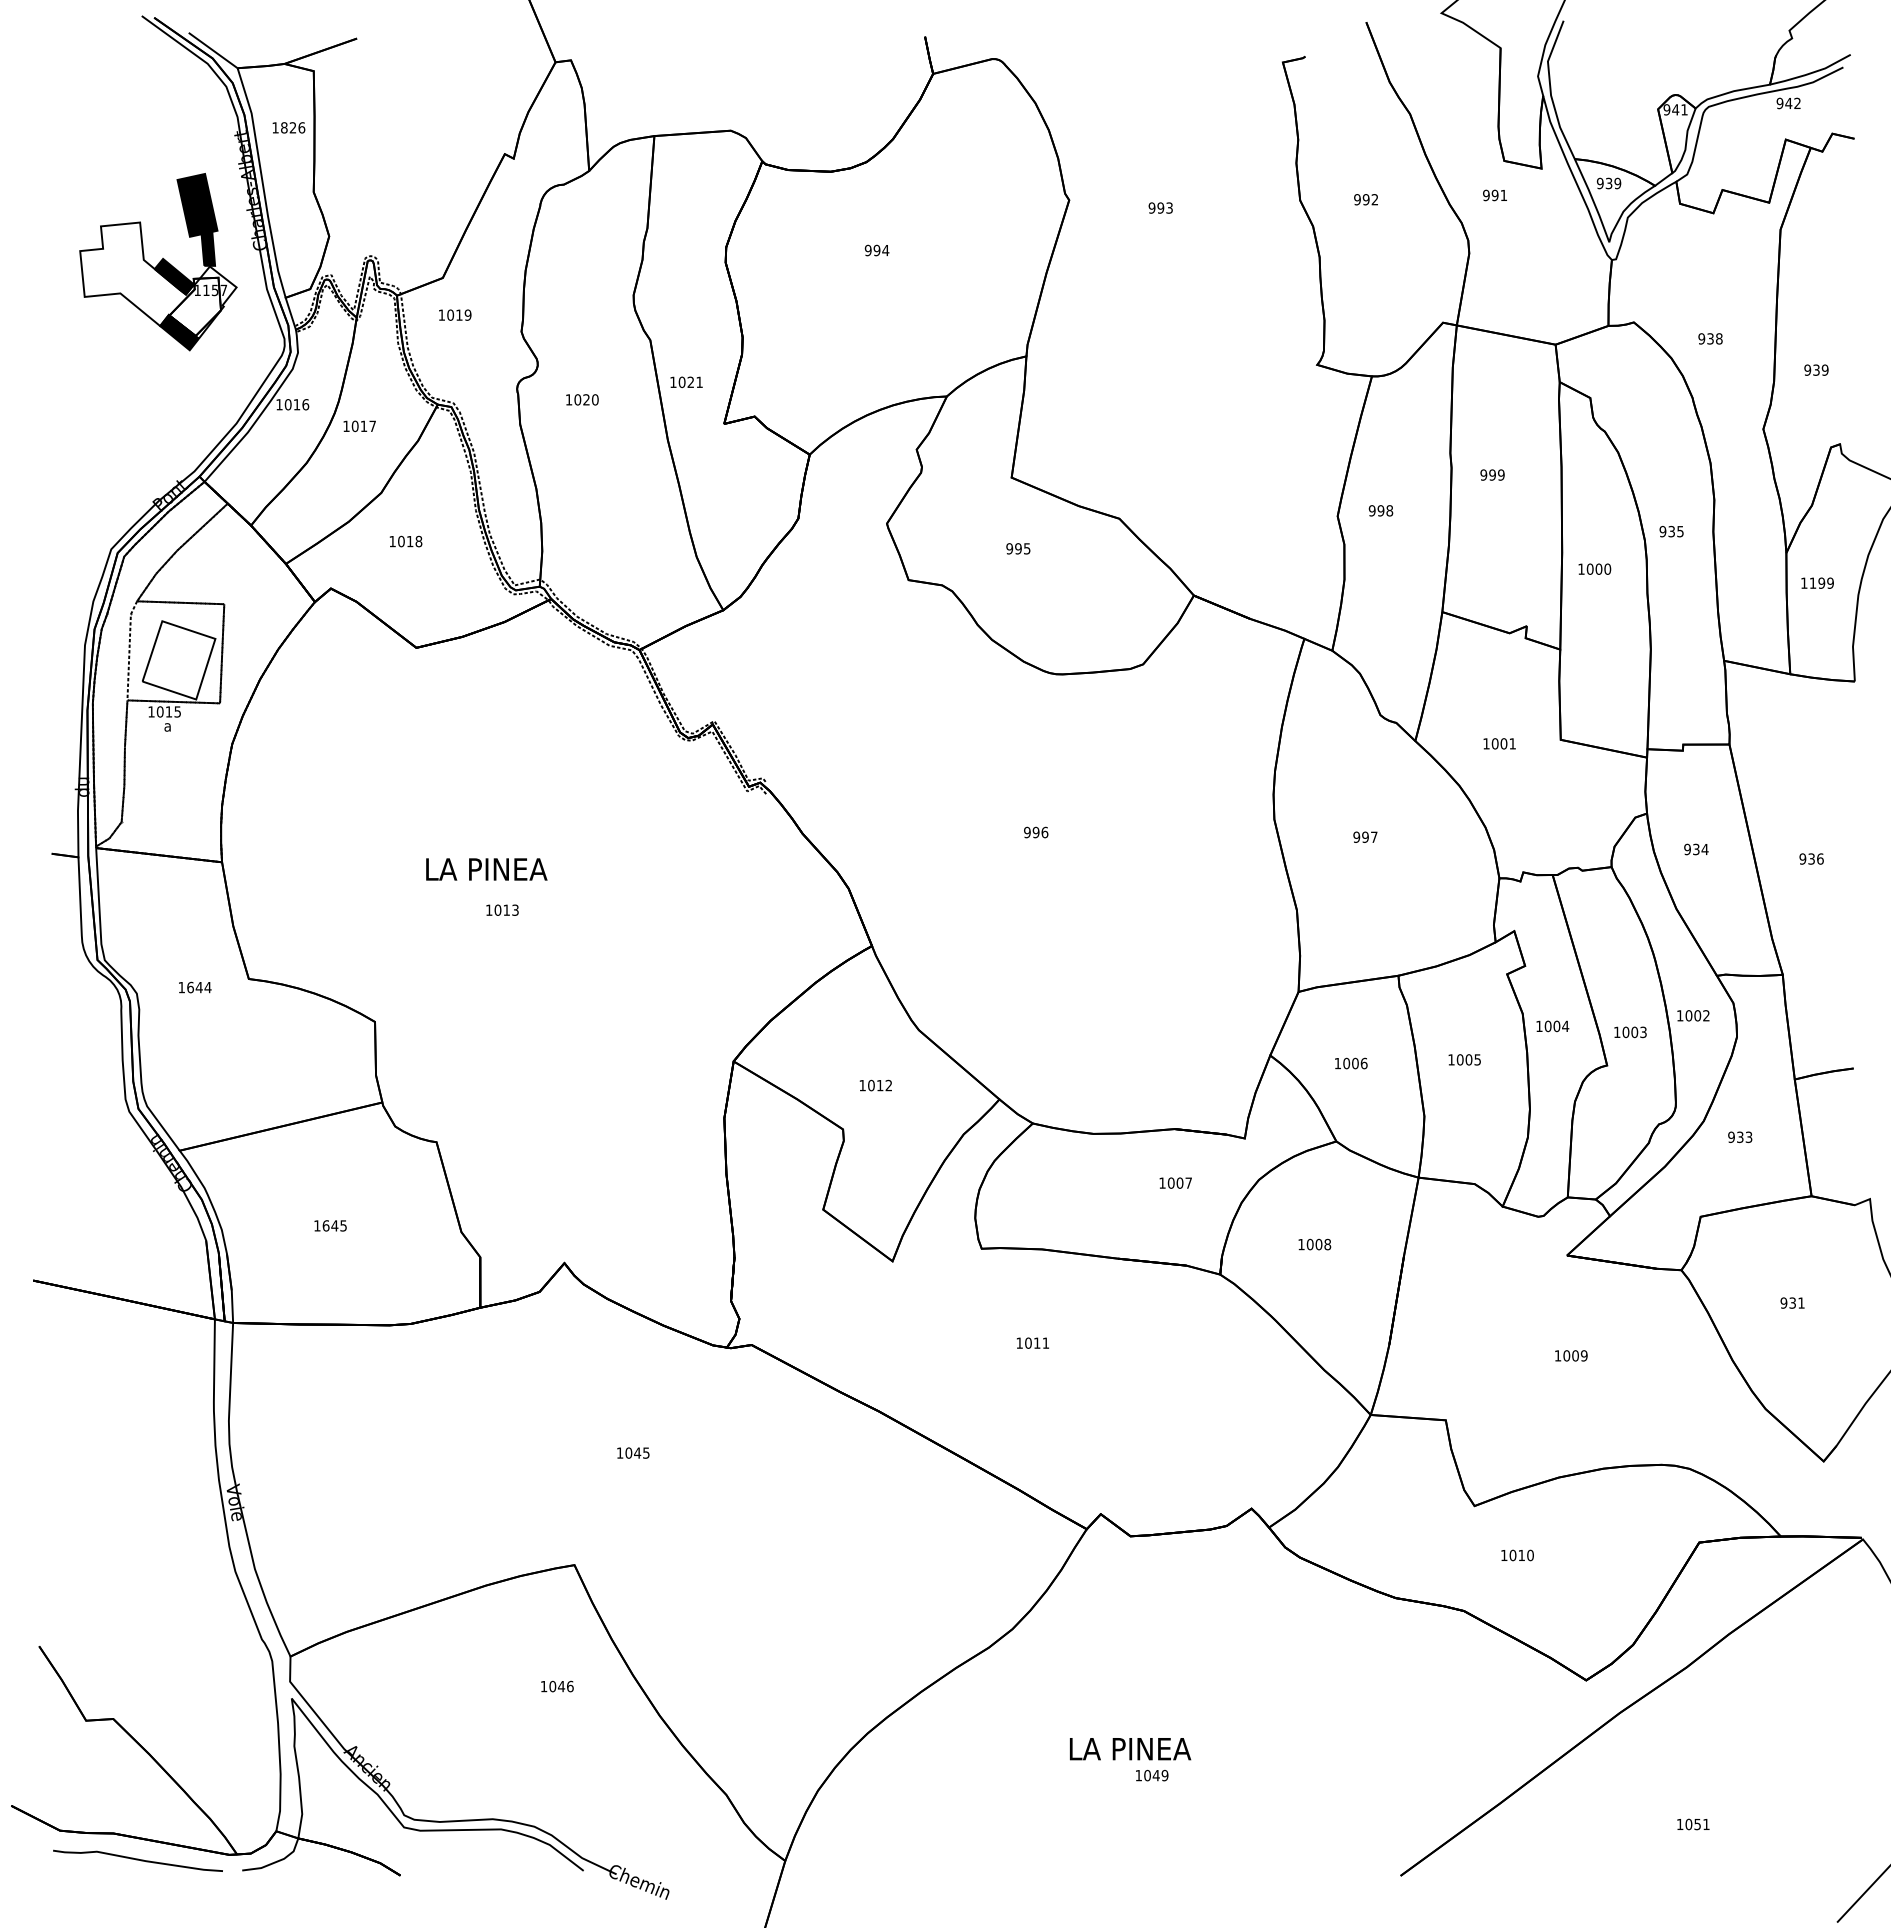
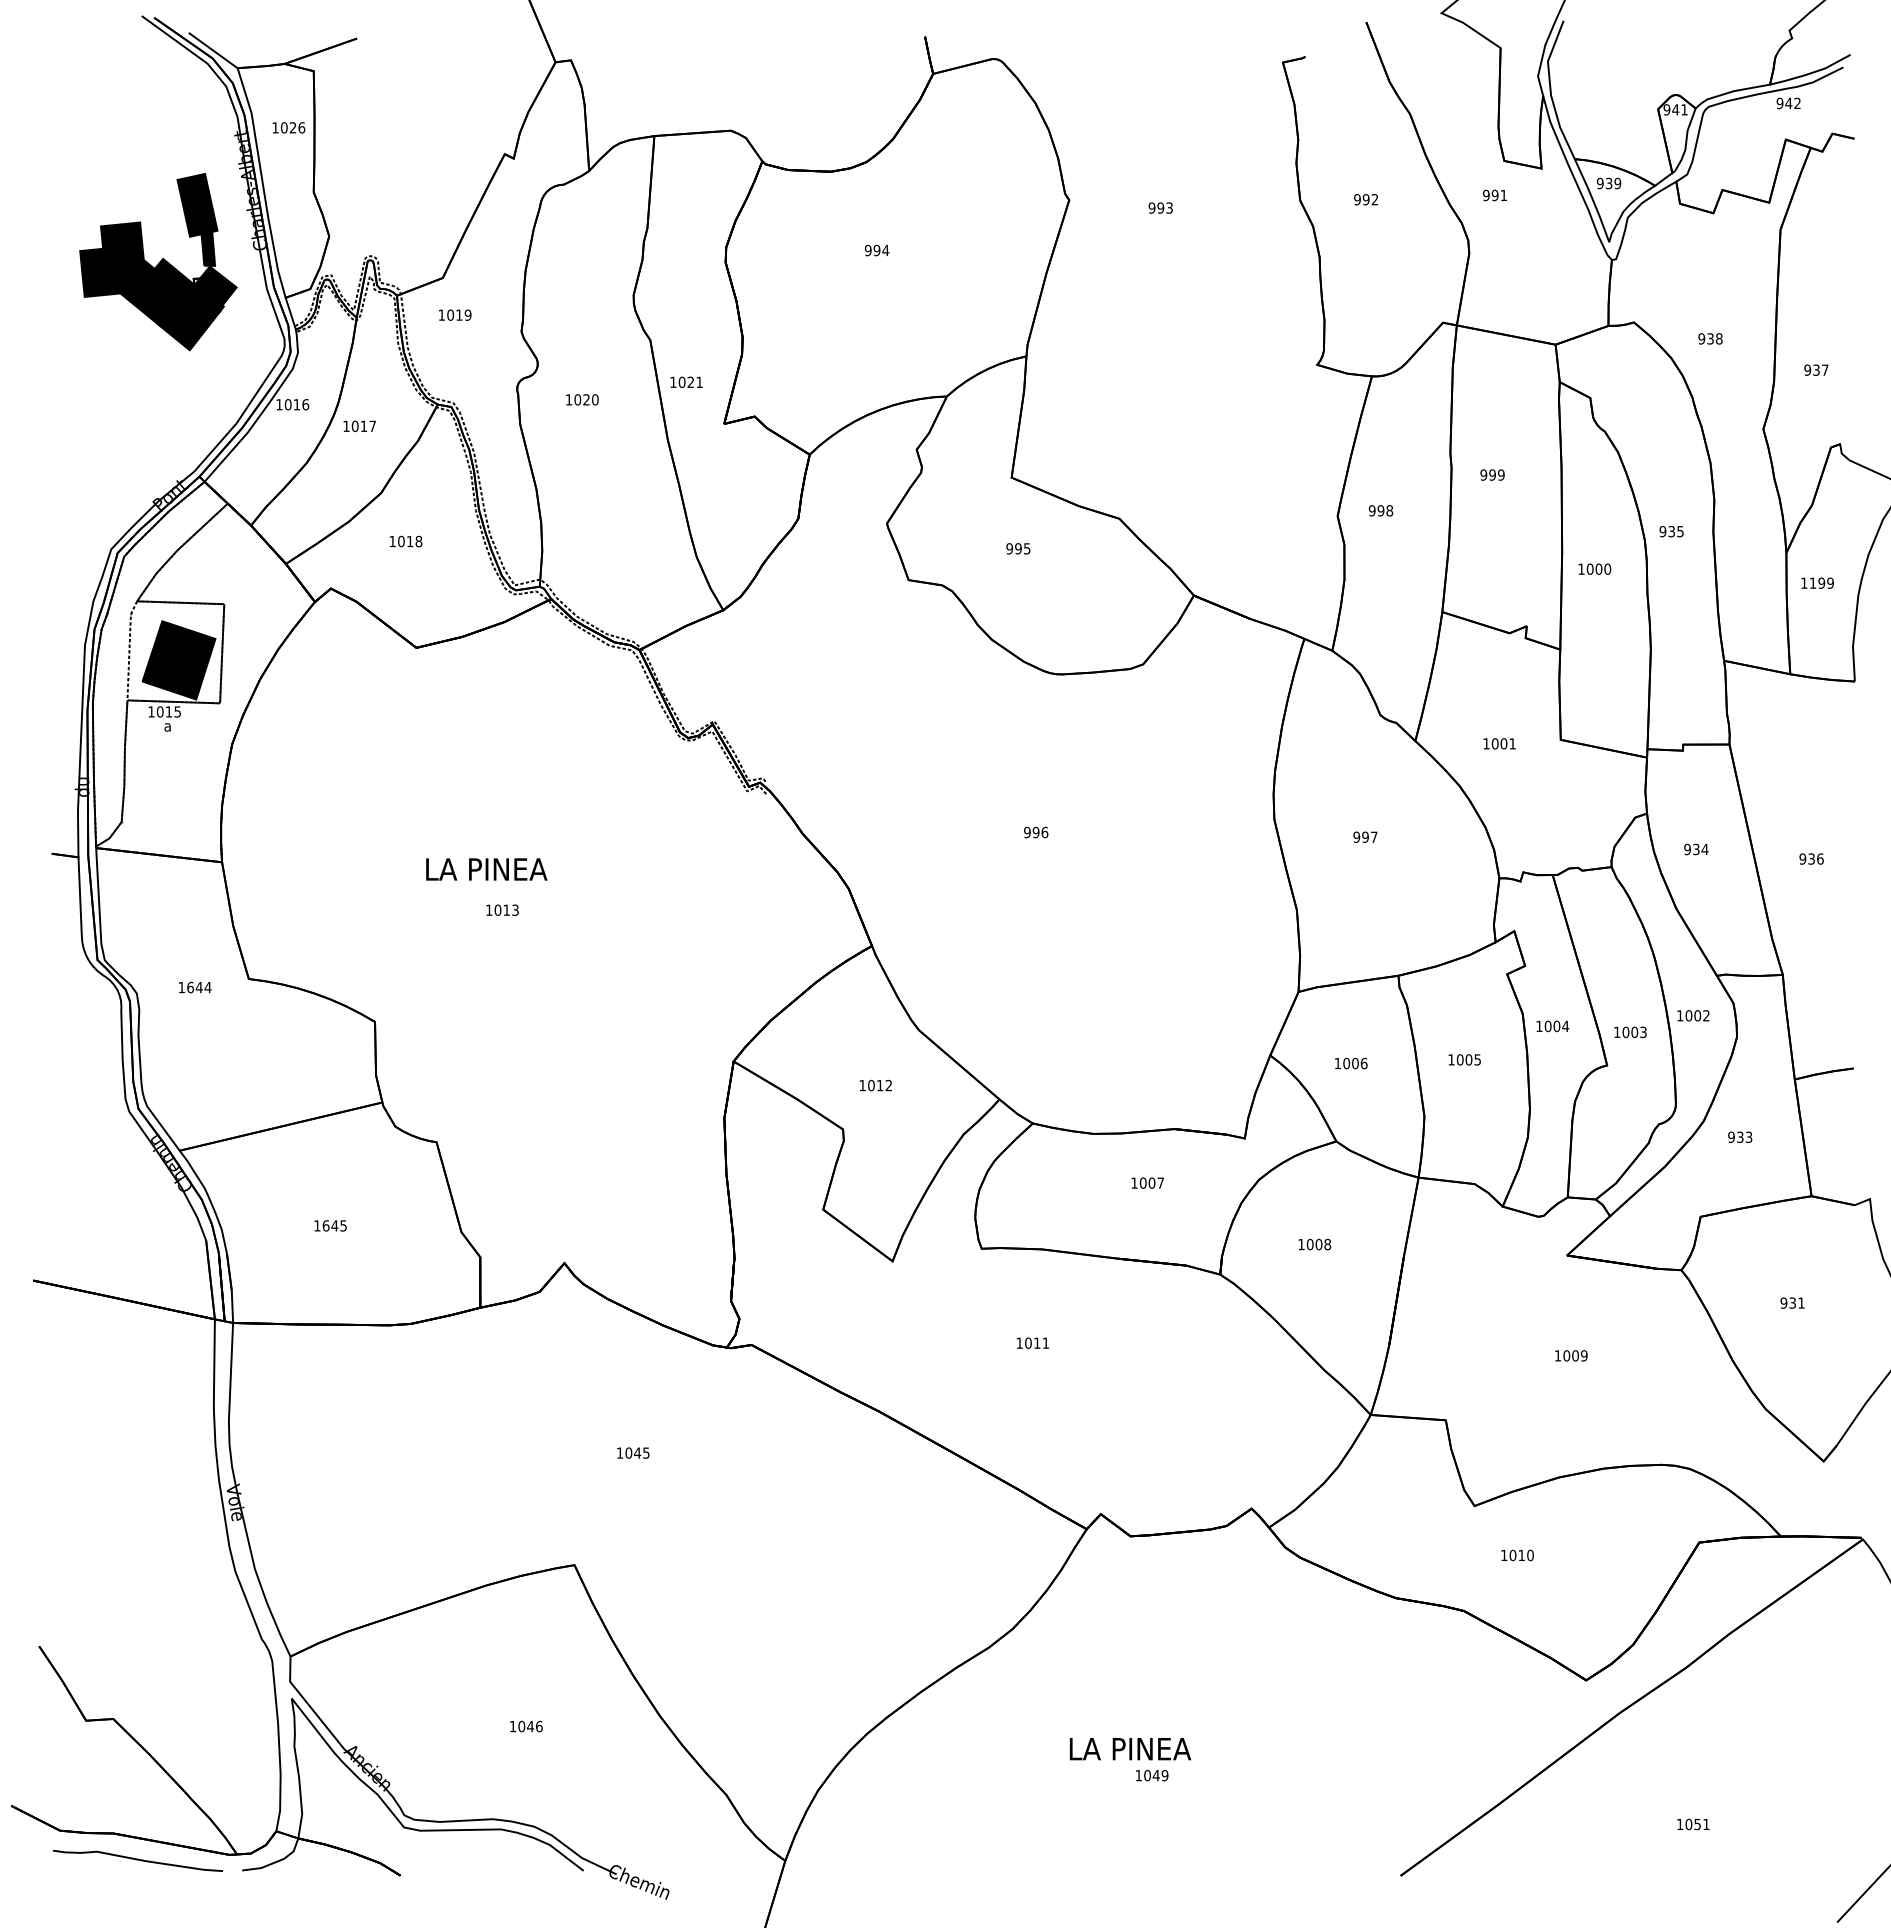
text at (284, 127): 1826 -> 1026
fill at (158, 280): none -> present
text at (1824, 369): 939 -> 937
fill at (178, 660): none -> present
text at (1175, 1182) position: (1175, 1182) -> (1147, 1182)
text at (557, 1686) position: (557, 1686) -> (526, 1726)
